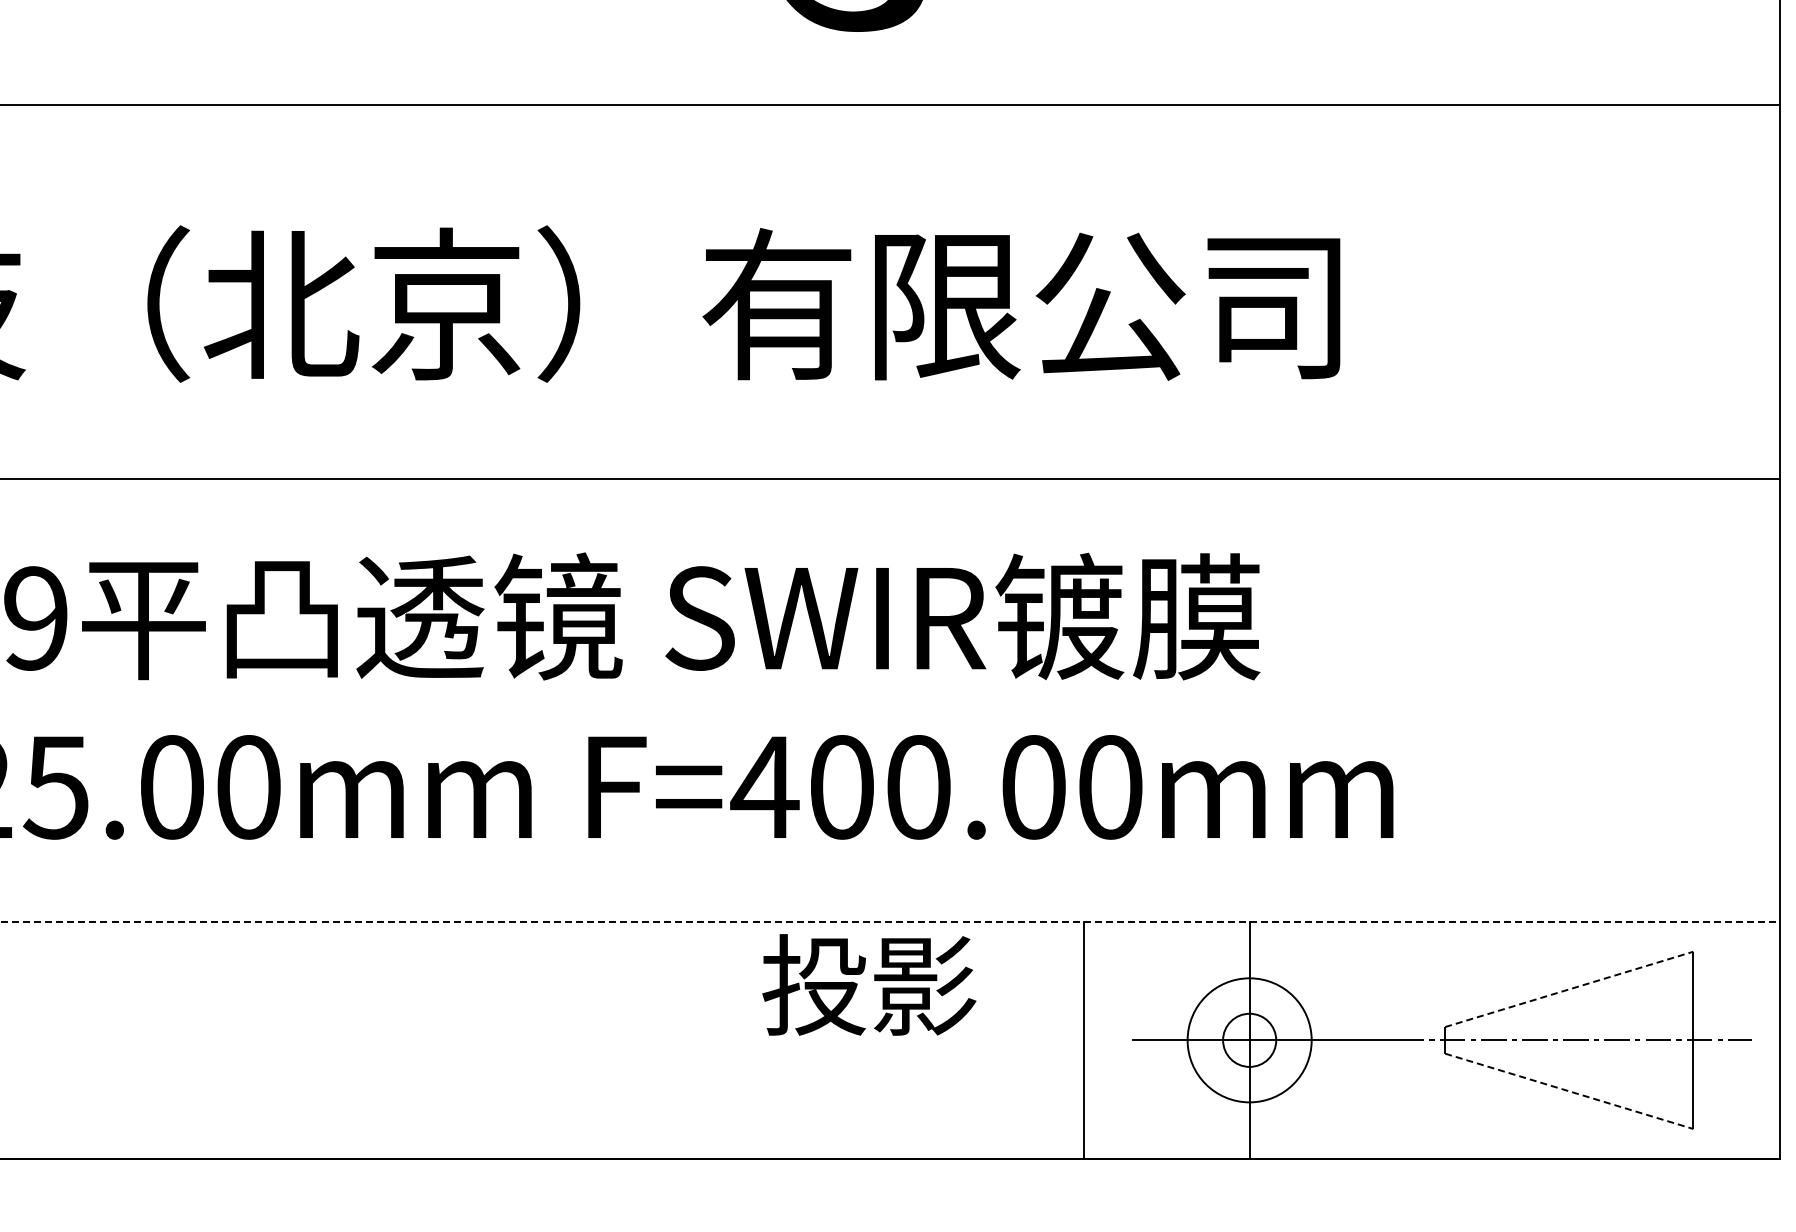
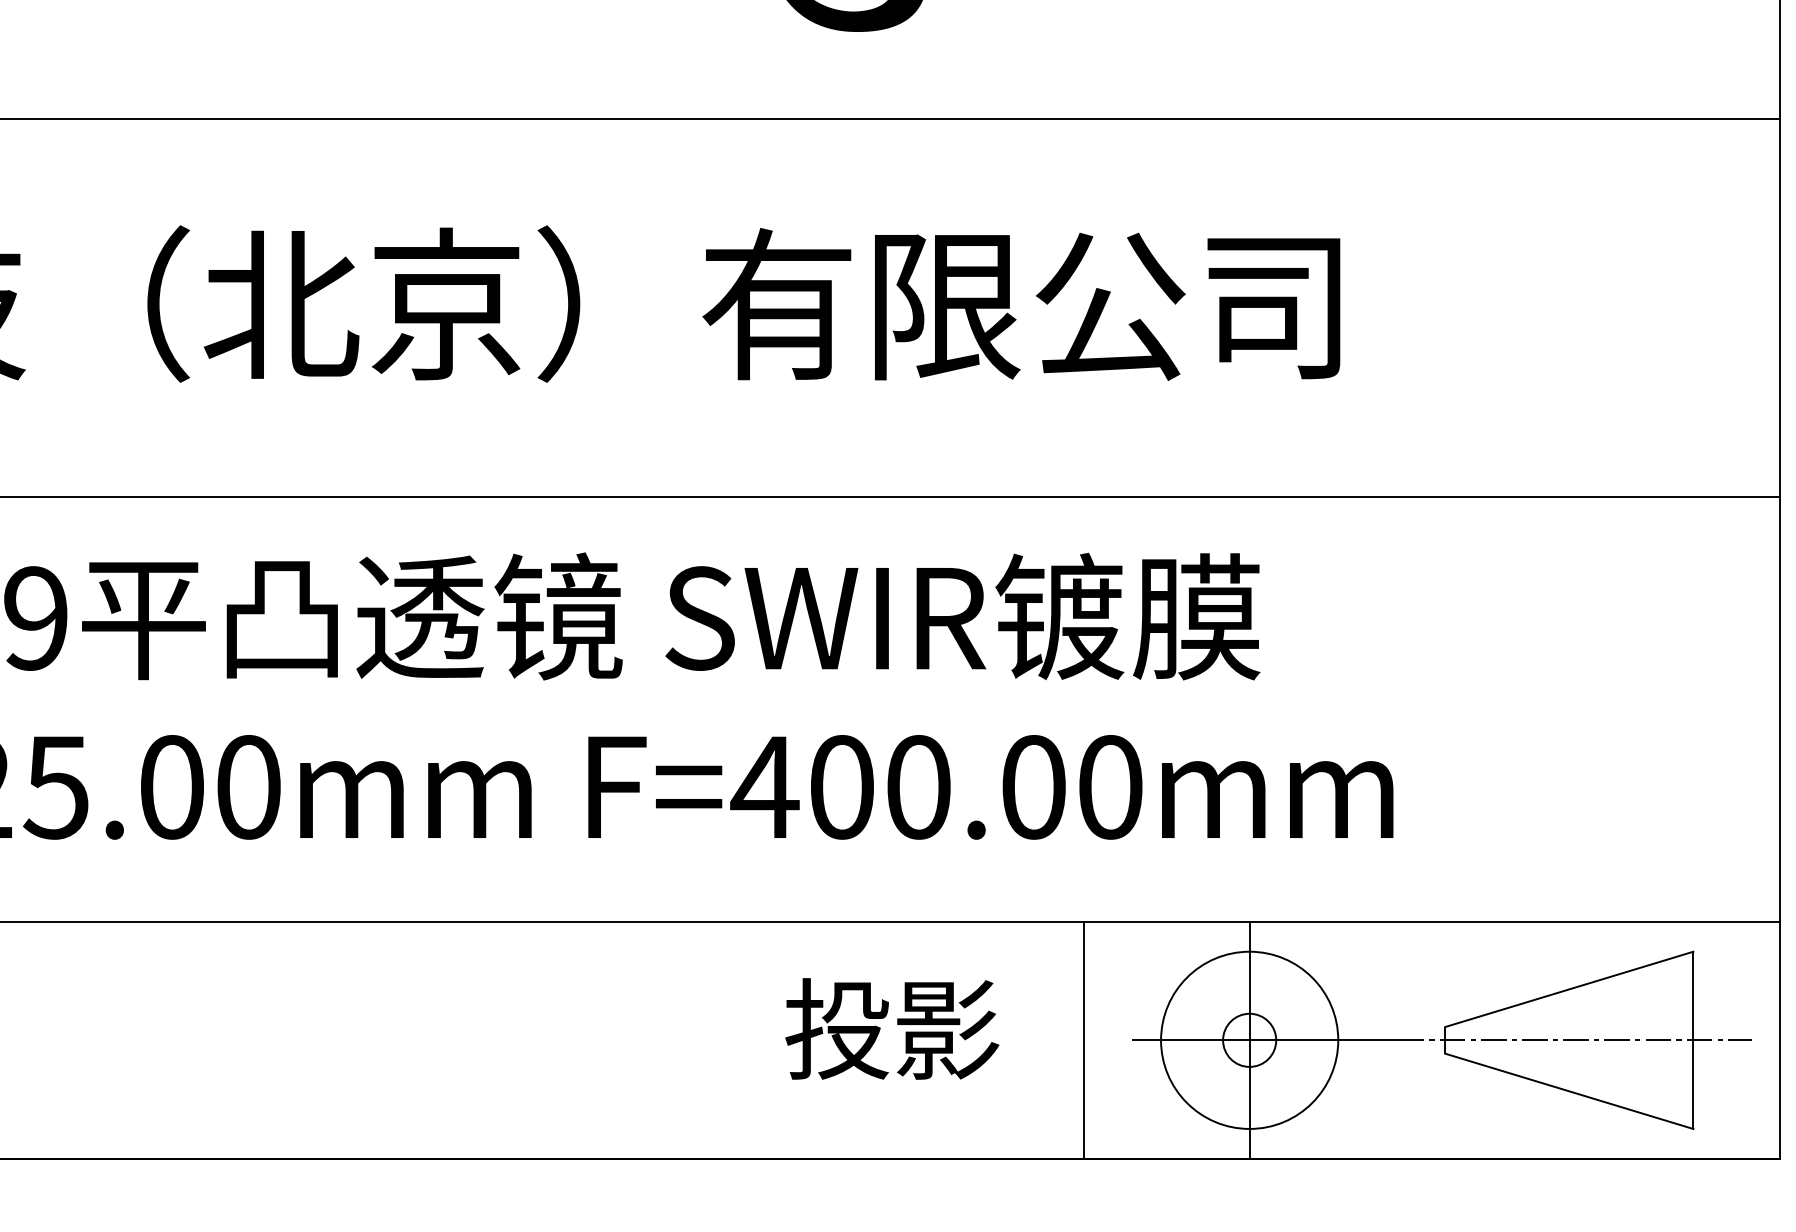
line at (890, 104) position: (890, 104) -> (890, 118)
line at (890, 478) position: (890, 478) -> (890, 496)
line at (889, 922): dashed -> solid
text at (869, 984) position: (869, 984) -> (892, 1028)
line at (1569, 989): dashed -> solid
circle at (1249, 1040) diameter: 124 px -> 177 px
line at (1569, 1091): dashed -> solid
